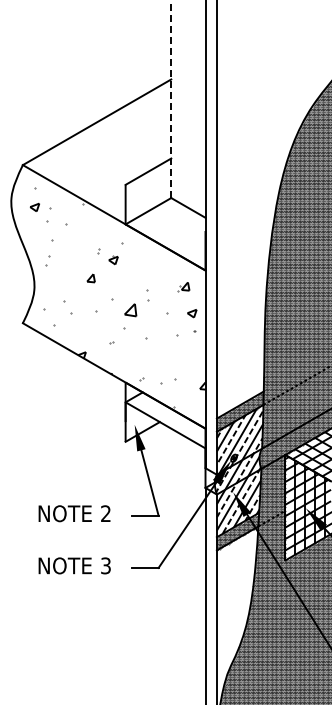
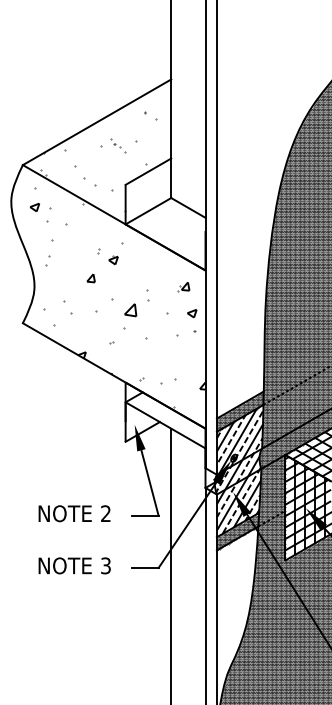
line at (171, 99): dashed -> solid
hatch at (98, 160): none -> present
line at (171, 564): none -> present
